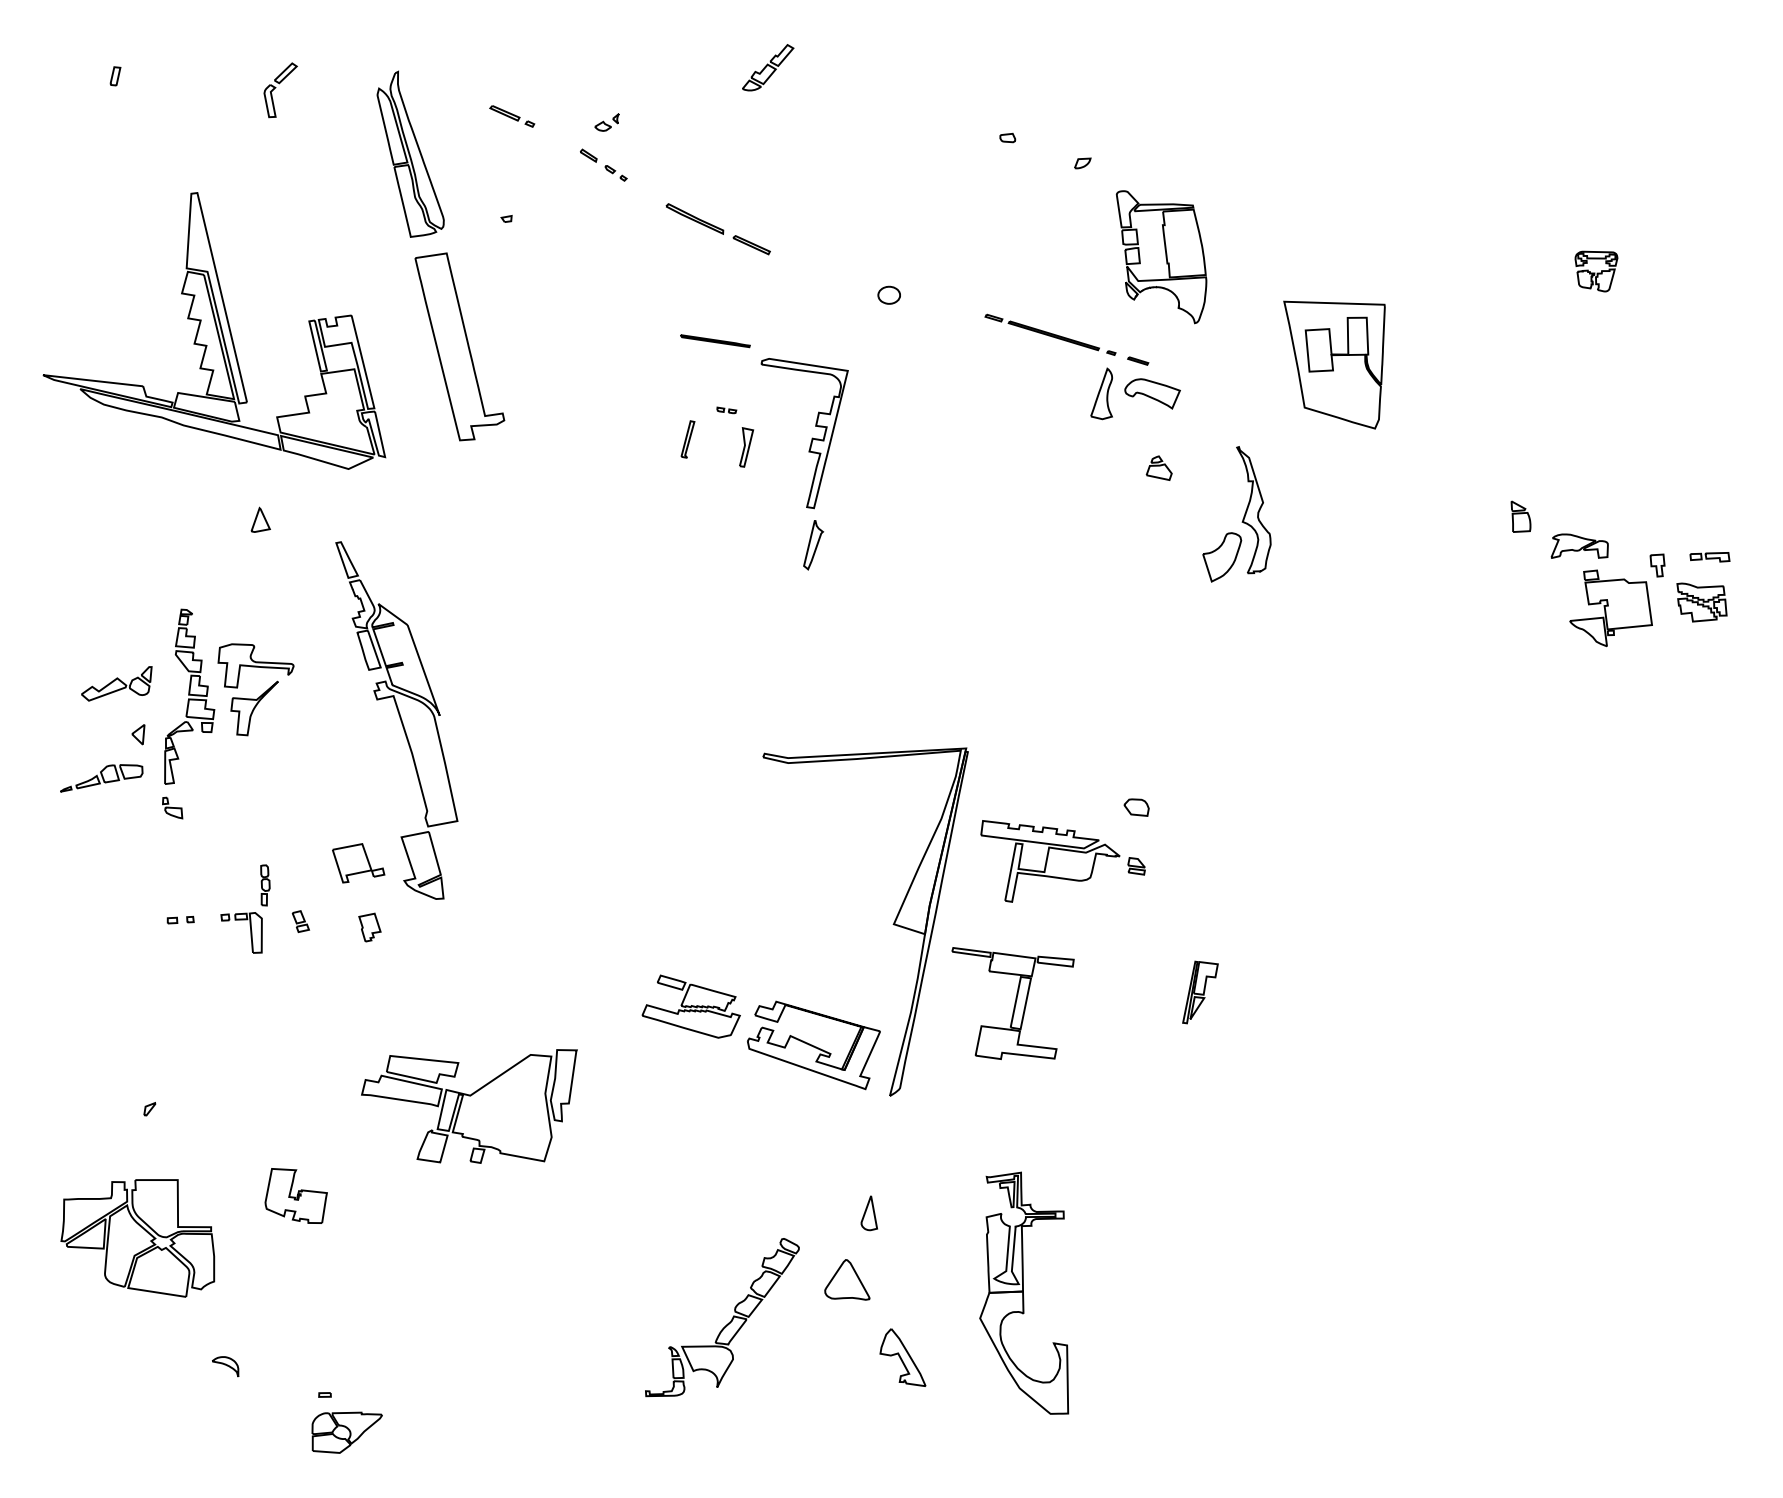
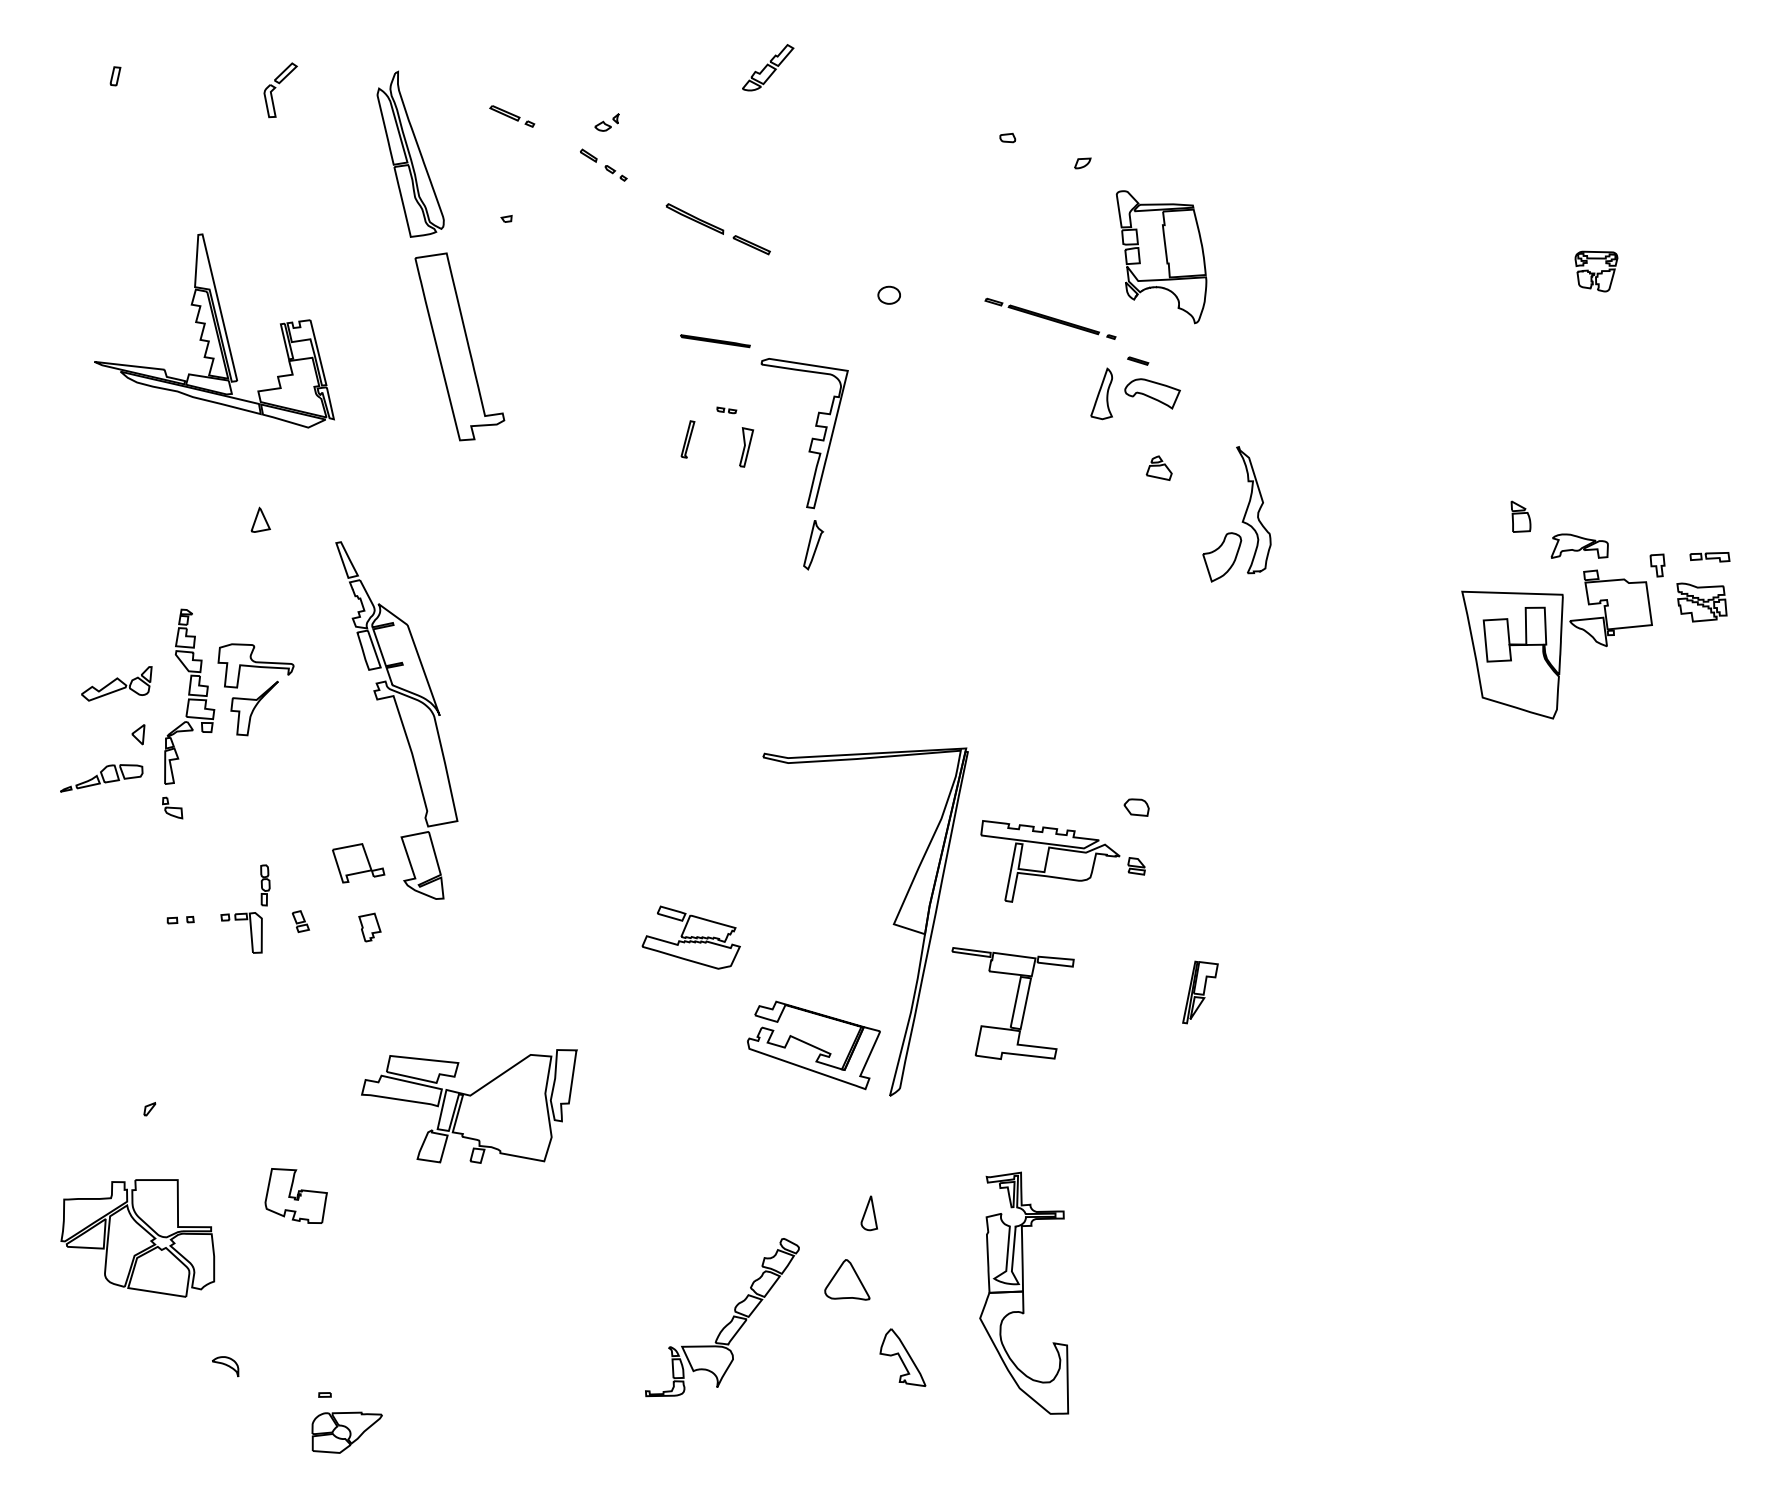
part at (214, 330) size: 345x278 px -> 241x196 px
part at (1050, 334) position: (1050, 334) -> (1050, 318)
part at (1334, 364) position: (1334, 364) -> (1512, 654)
part at (690, 1006) position: (690, 1006) -> (690, 937)
